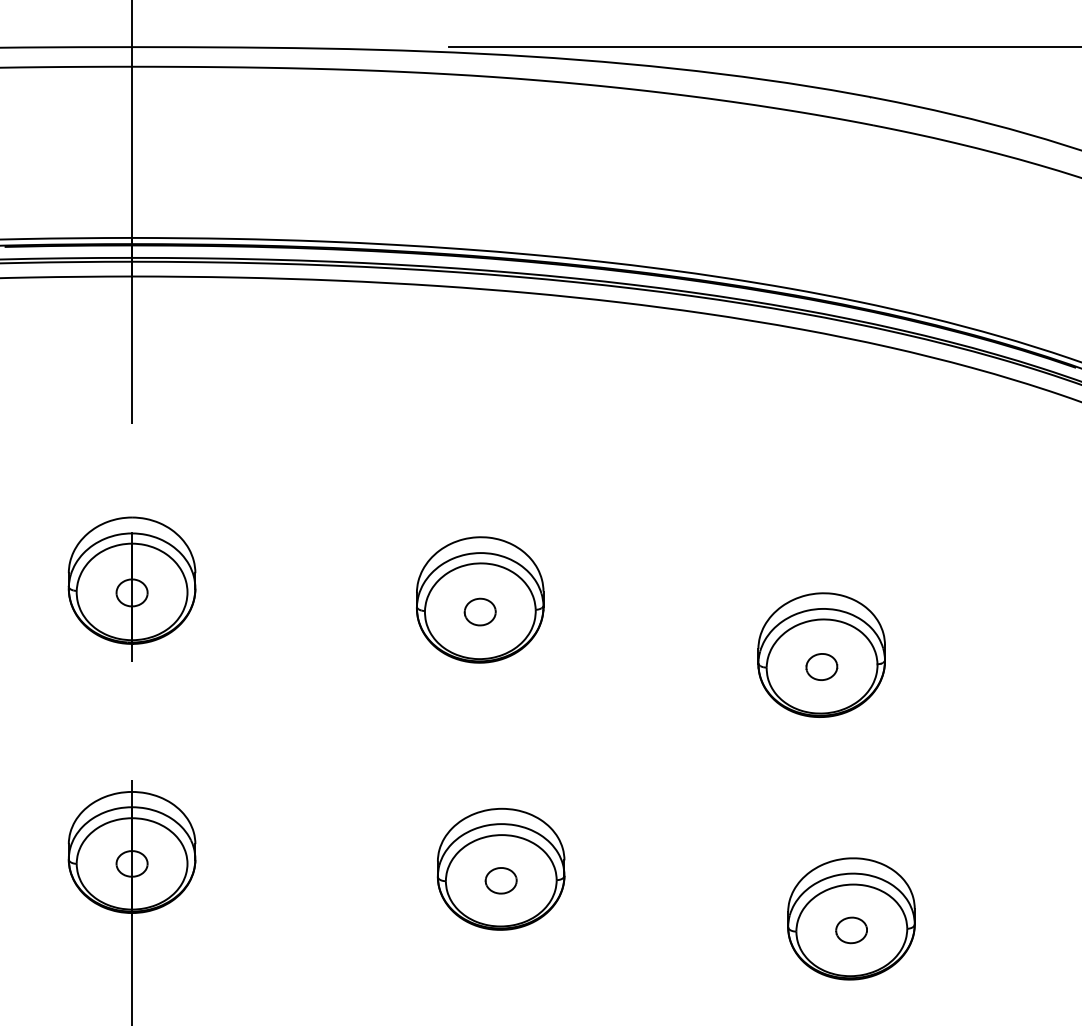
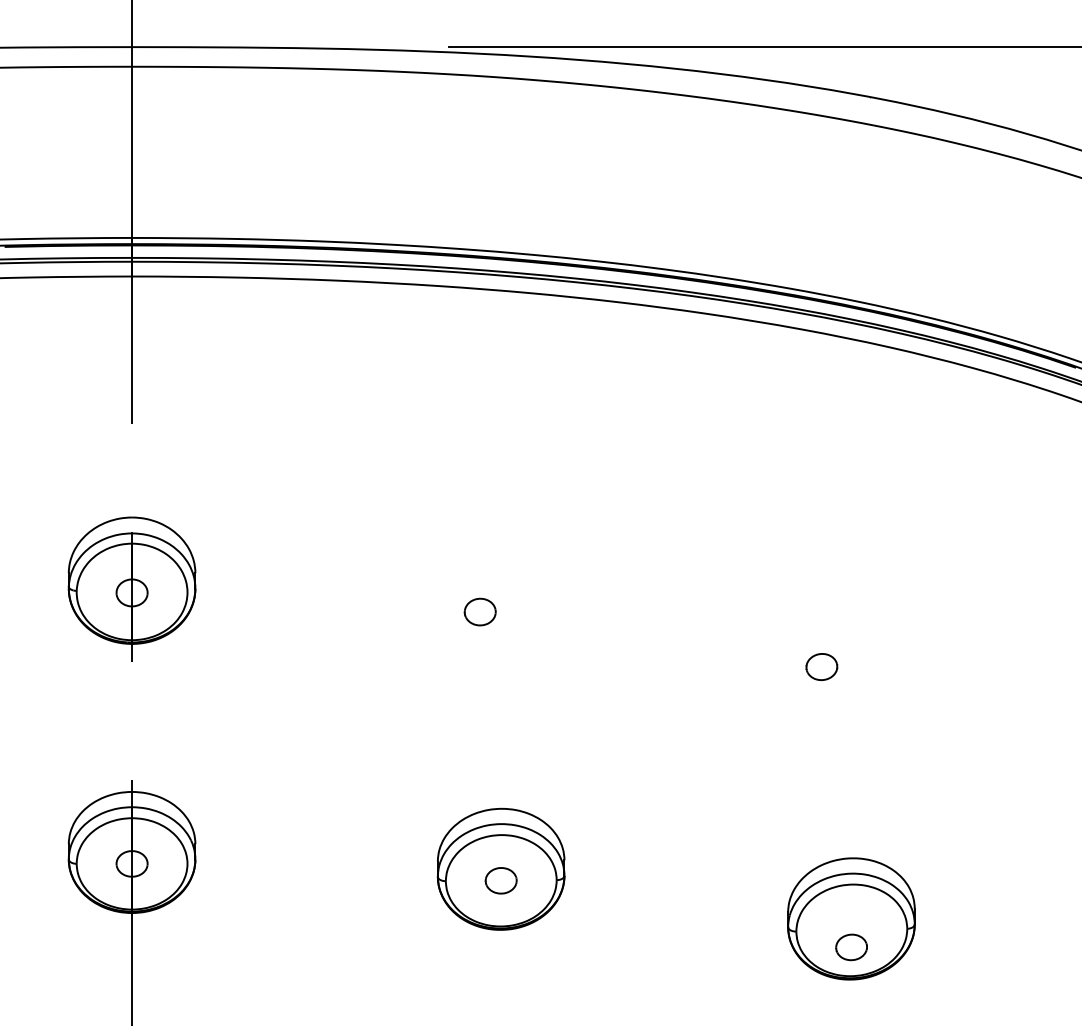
part at (480, 599): present -> none
part at (821, 654): present -> none
part at (851, 930) position: (851, 930) -> (851, 947)
